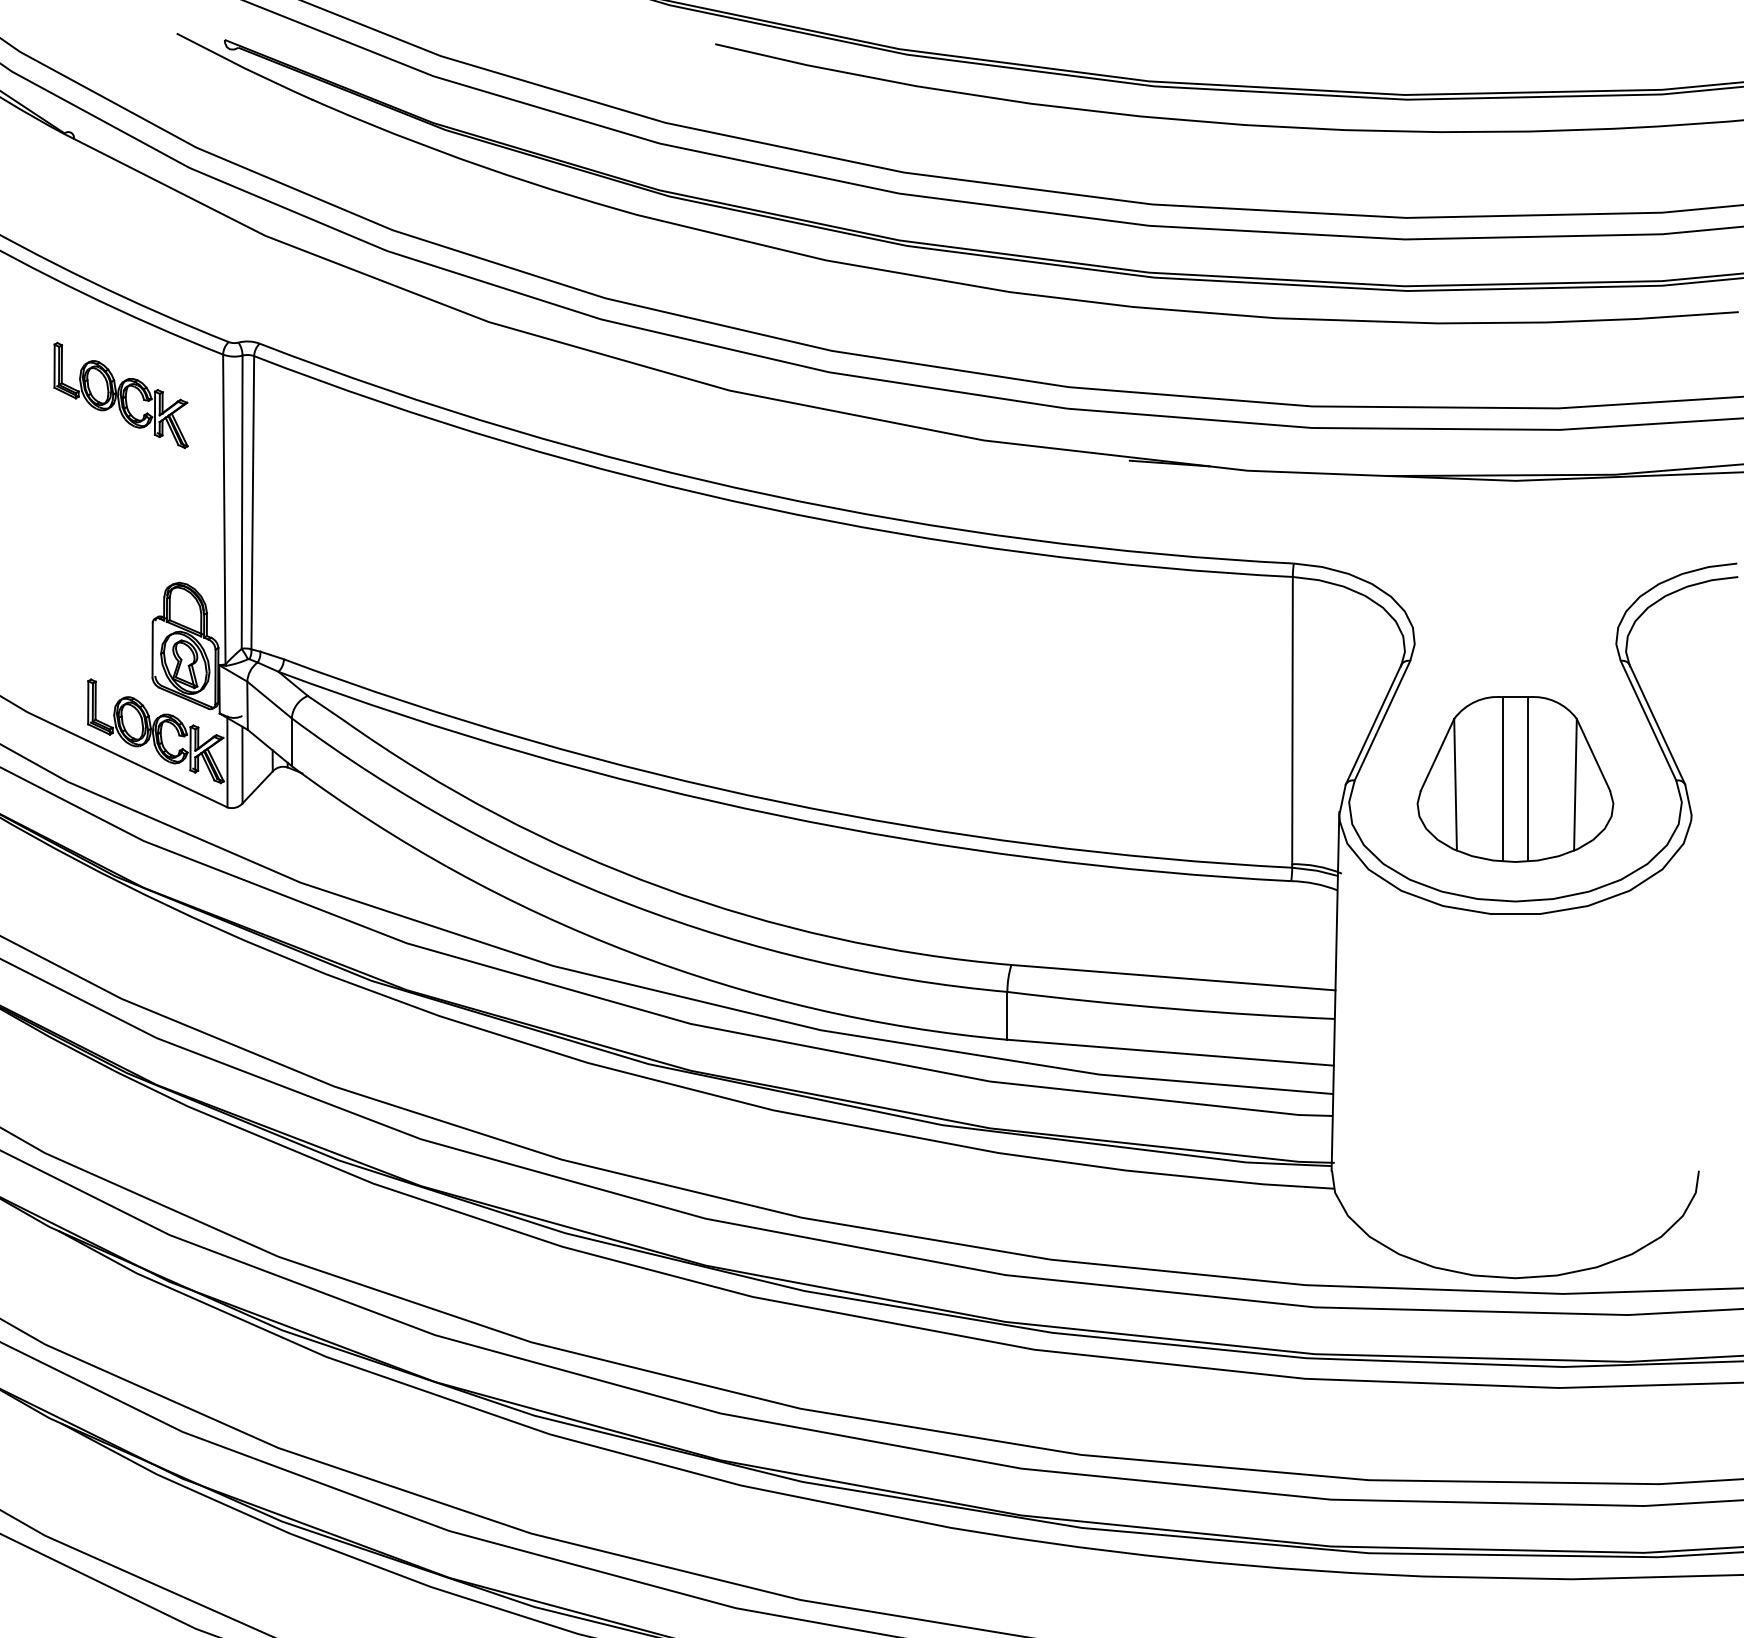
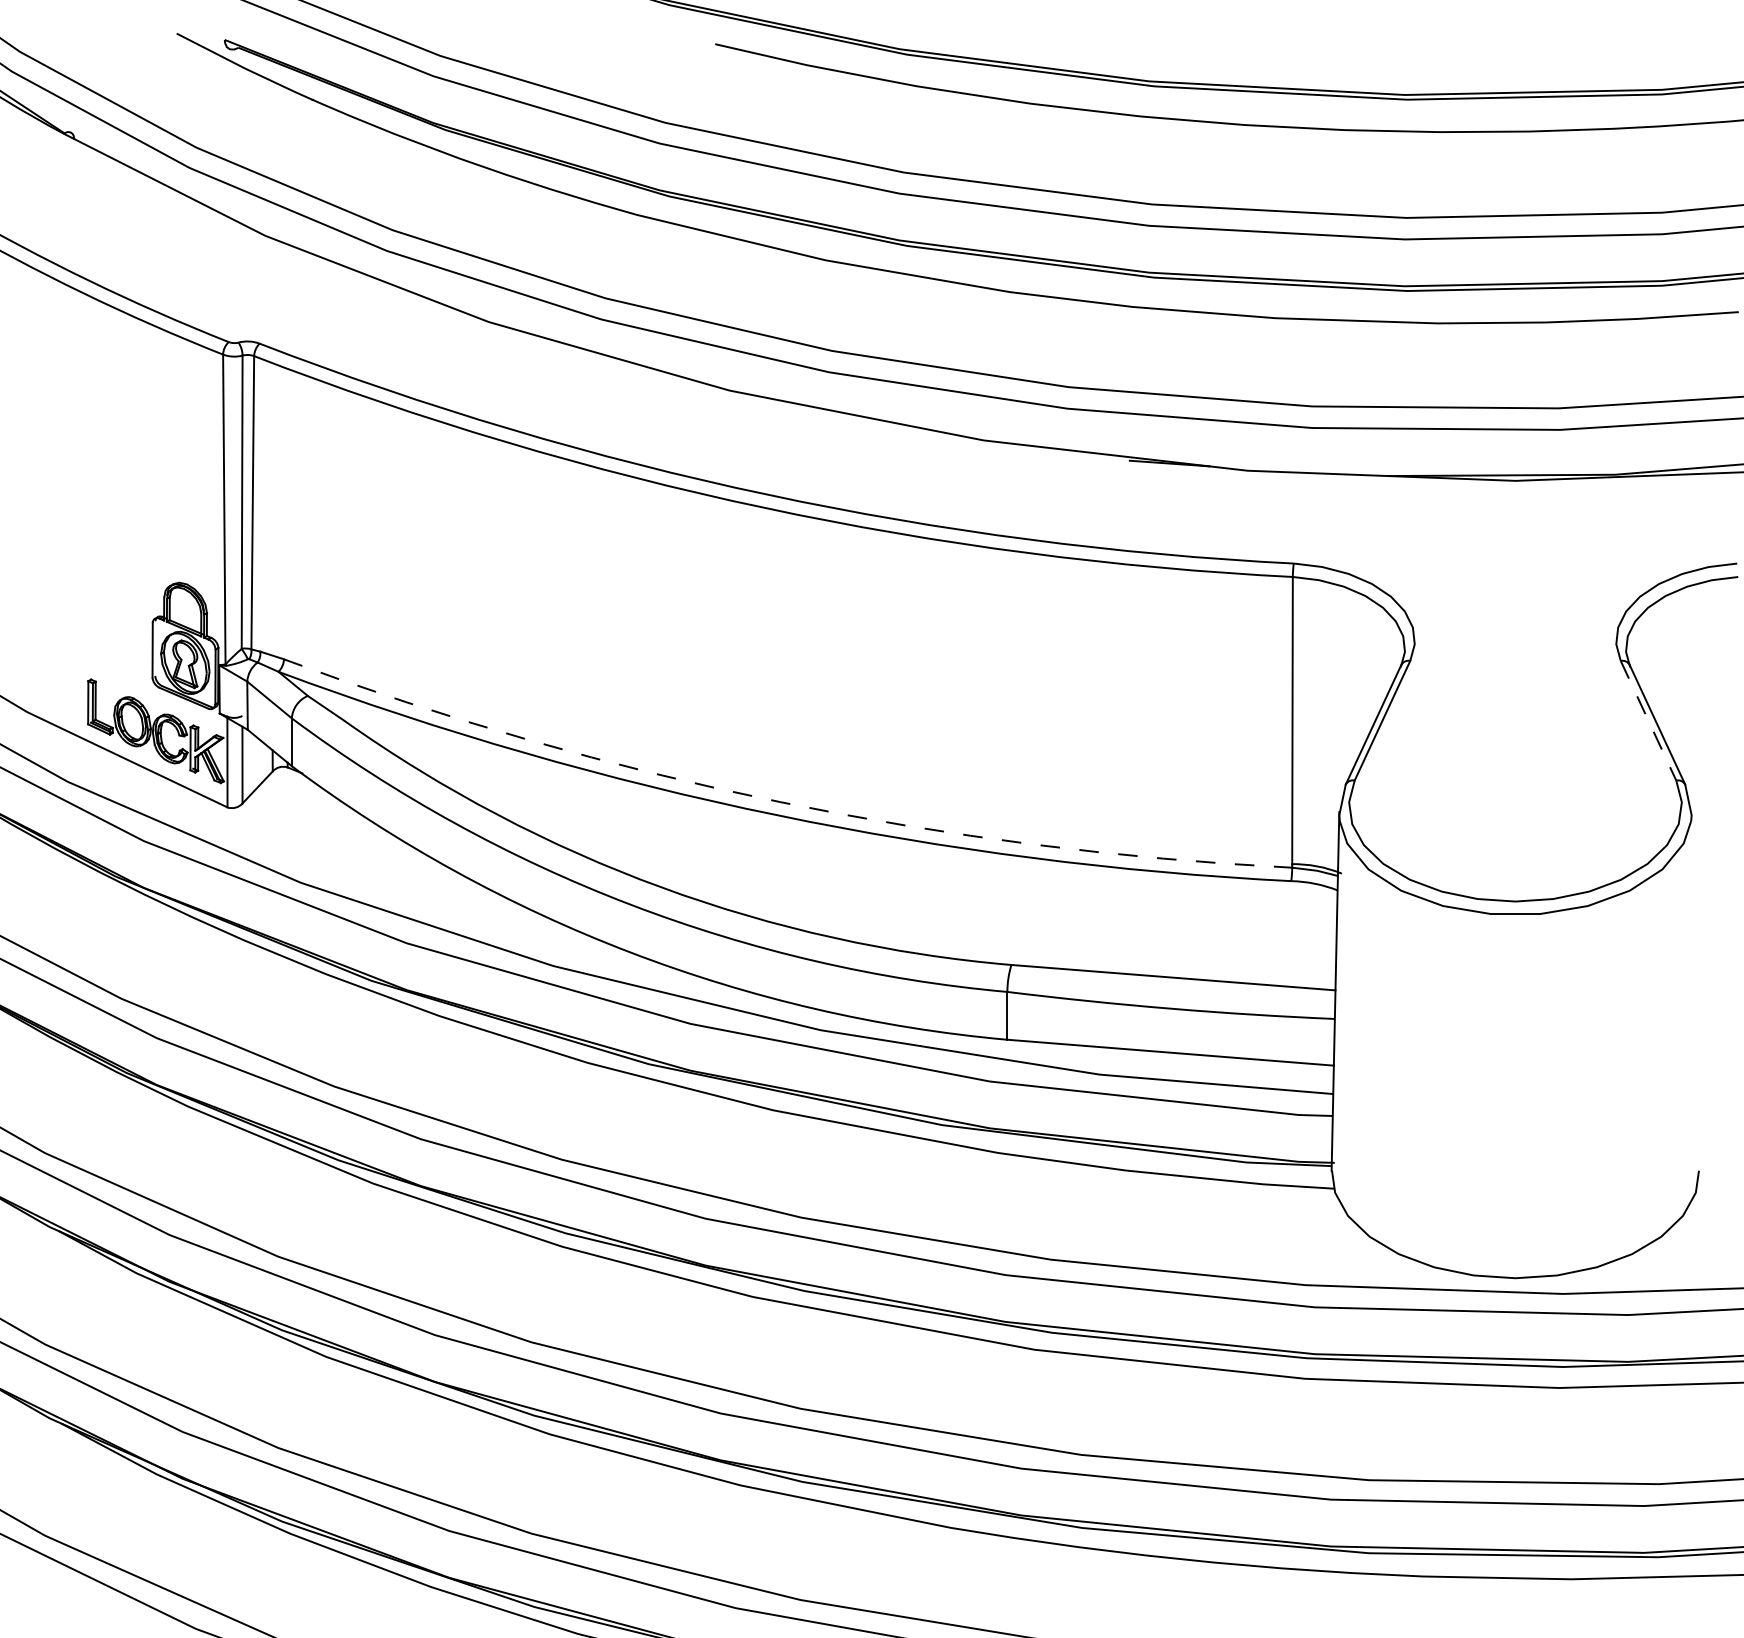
part at (120, 394): present -> none
line at (1648, 720): solid -> dashed
part at (1515, 779): present -> none
arc at (780, 802): solid -> dashed
